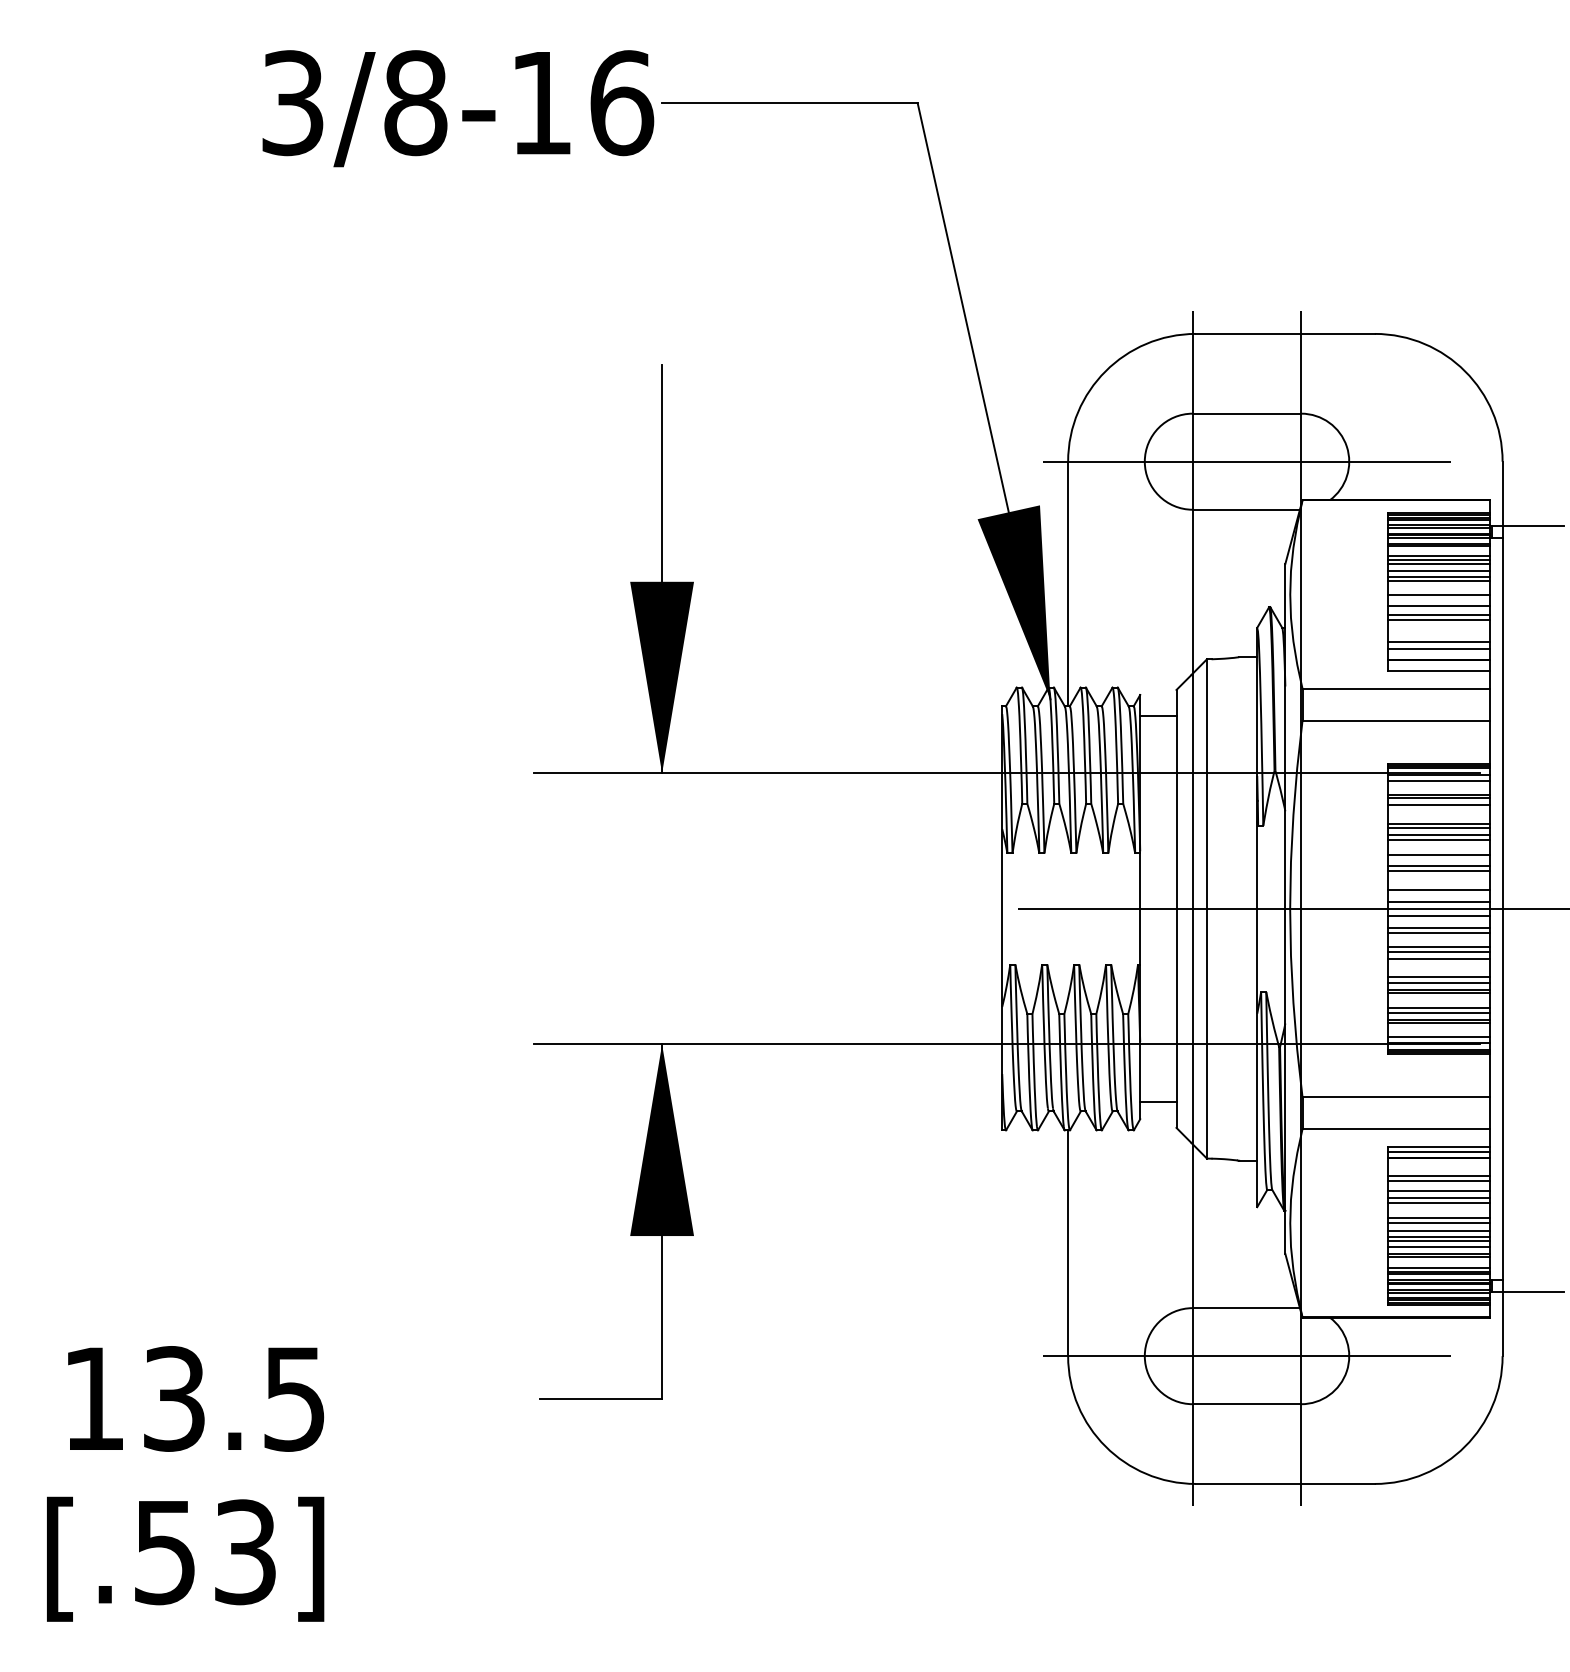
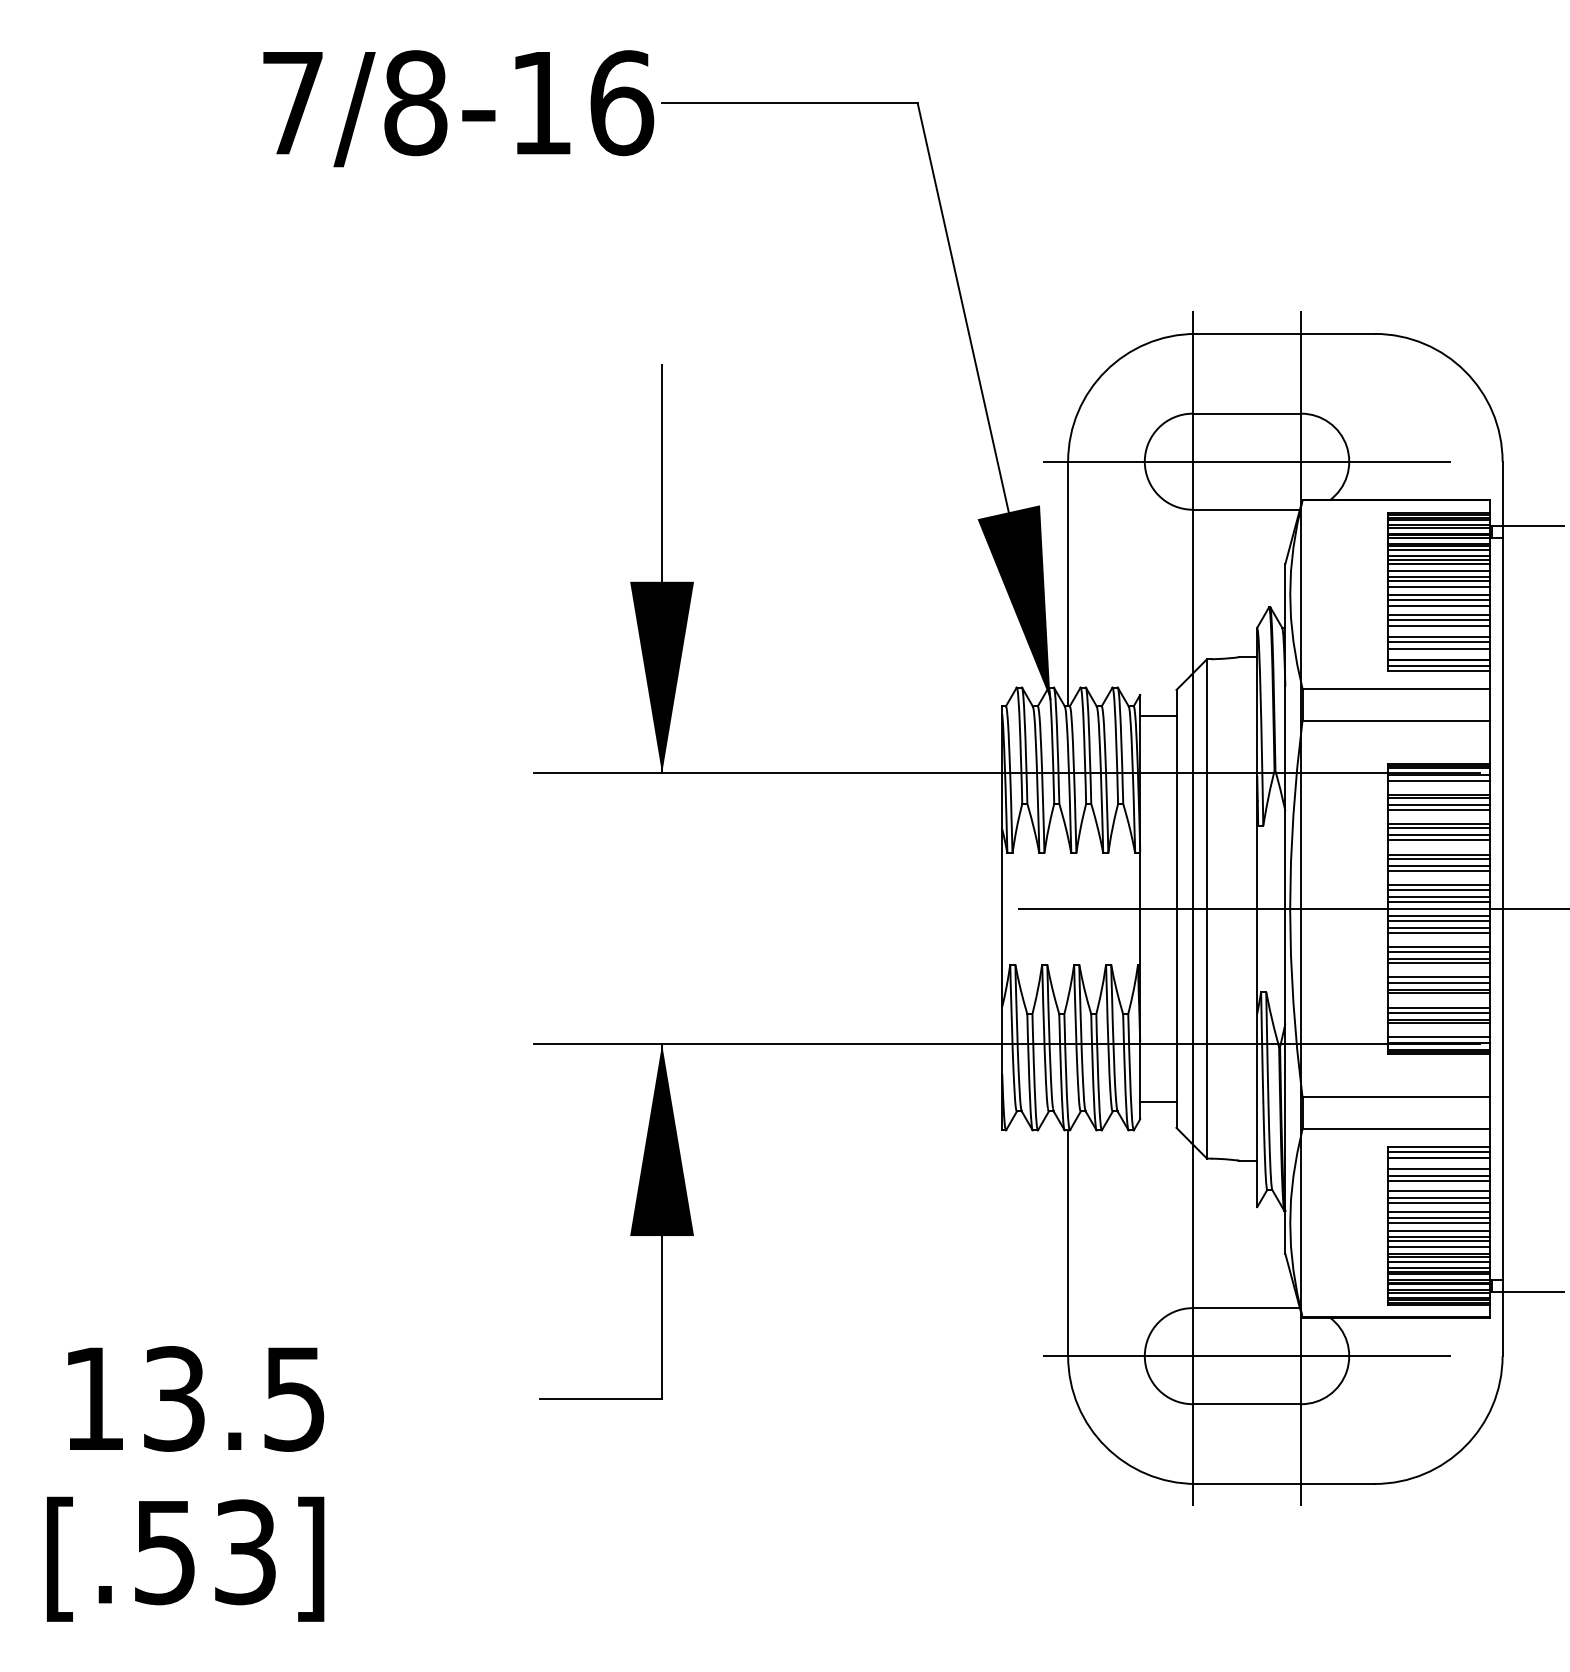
text at (292, 103): 3/8-16 -> 7/8-16
line at (1438, 549): none -> present
line at (1438, 587): none -> present
line at (1438, 599): none -> present
line at (1438, 626): none -> present
line at (1438, 636): none -> present
line at (1438, 666): none -> present
line at (1438, 810): none -> present
line at (1438, 858): none -> present
line at (1438, 885): none -> present
line at (1438, 897): none -> present
line at (1438, 920): none -> present
line at (1438, 963): none -> present
line at (1438, 1169): none -> present
line at (1438, 1211): none -> present
line at (1438, 1261): none -> present
